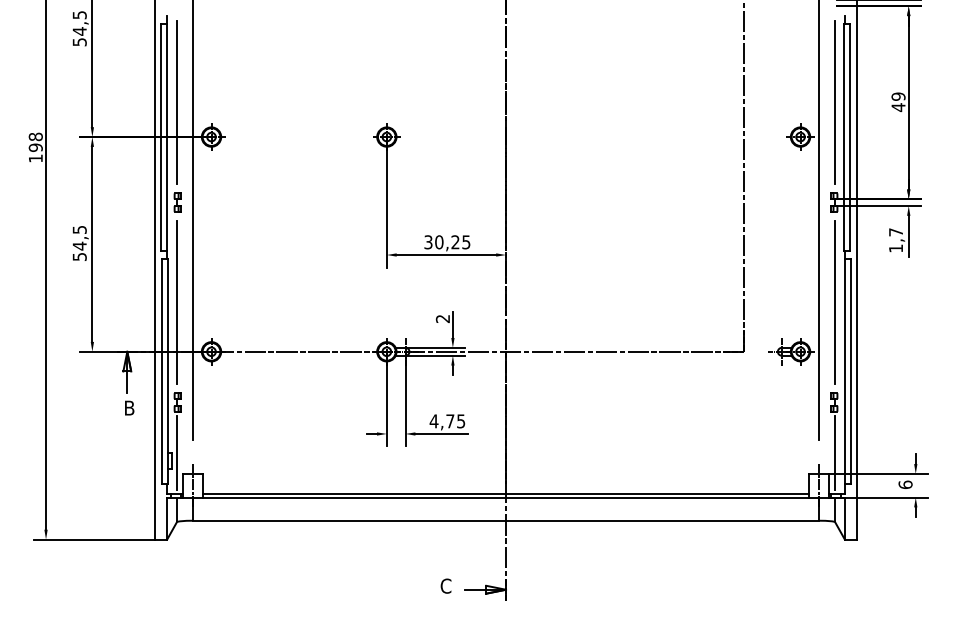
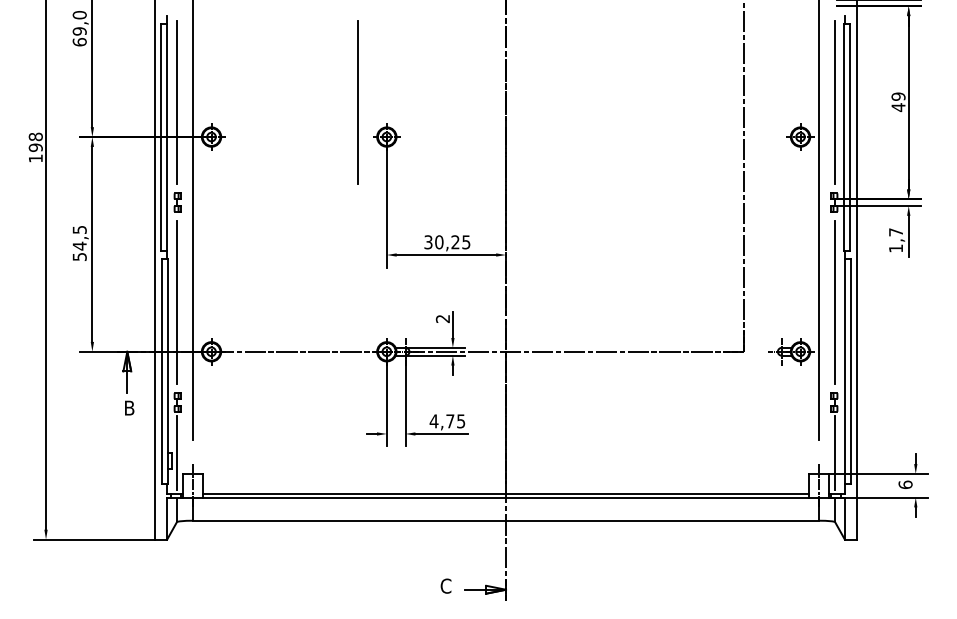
text at (79, 28): 54,5 -> 69,0
line at (357, 102): none -> present
